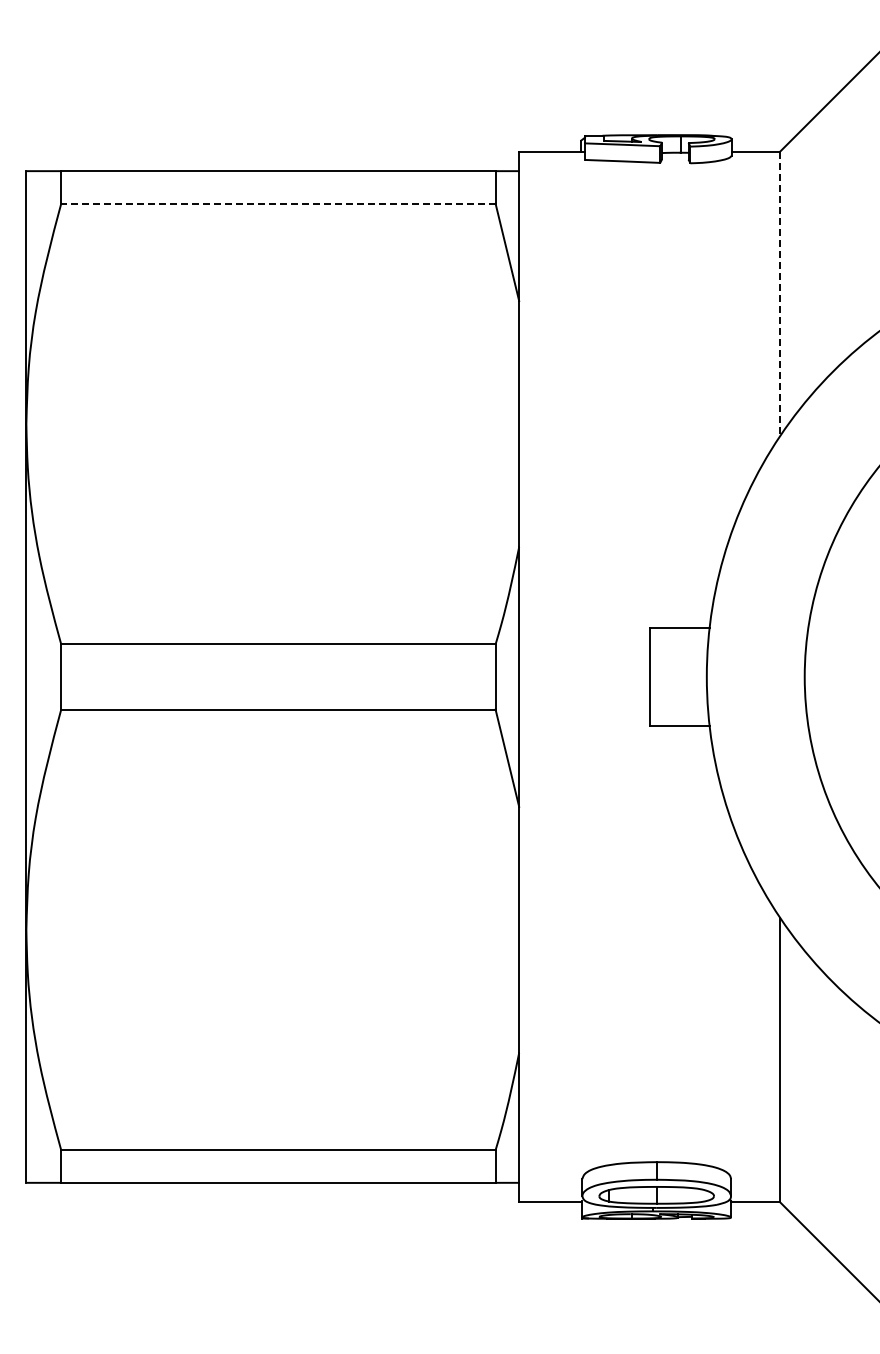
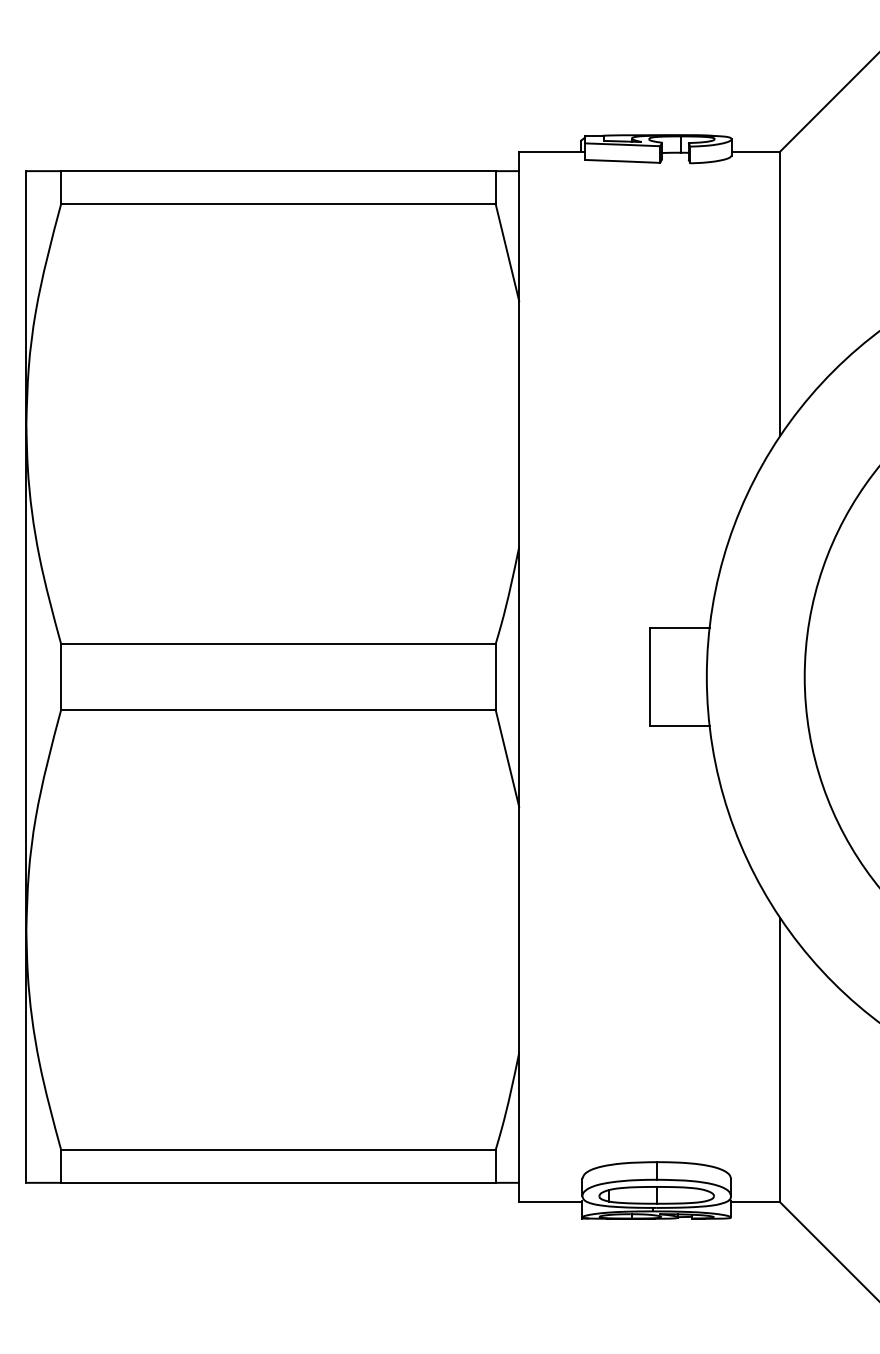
line at (277, 203): dashed -> solid
line at (780, 294): dashed -> solid
